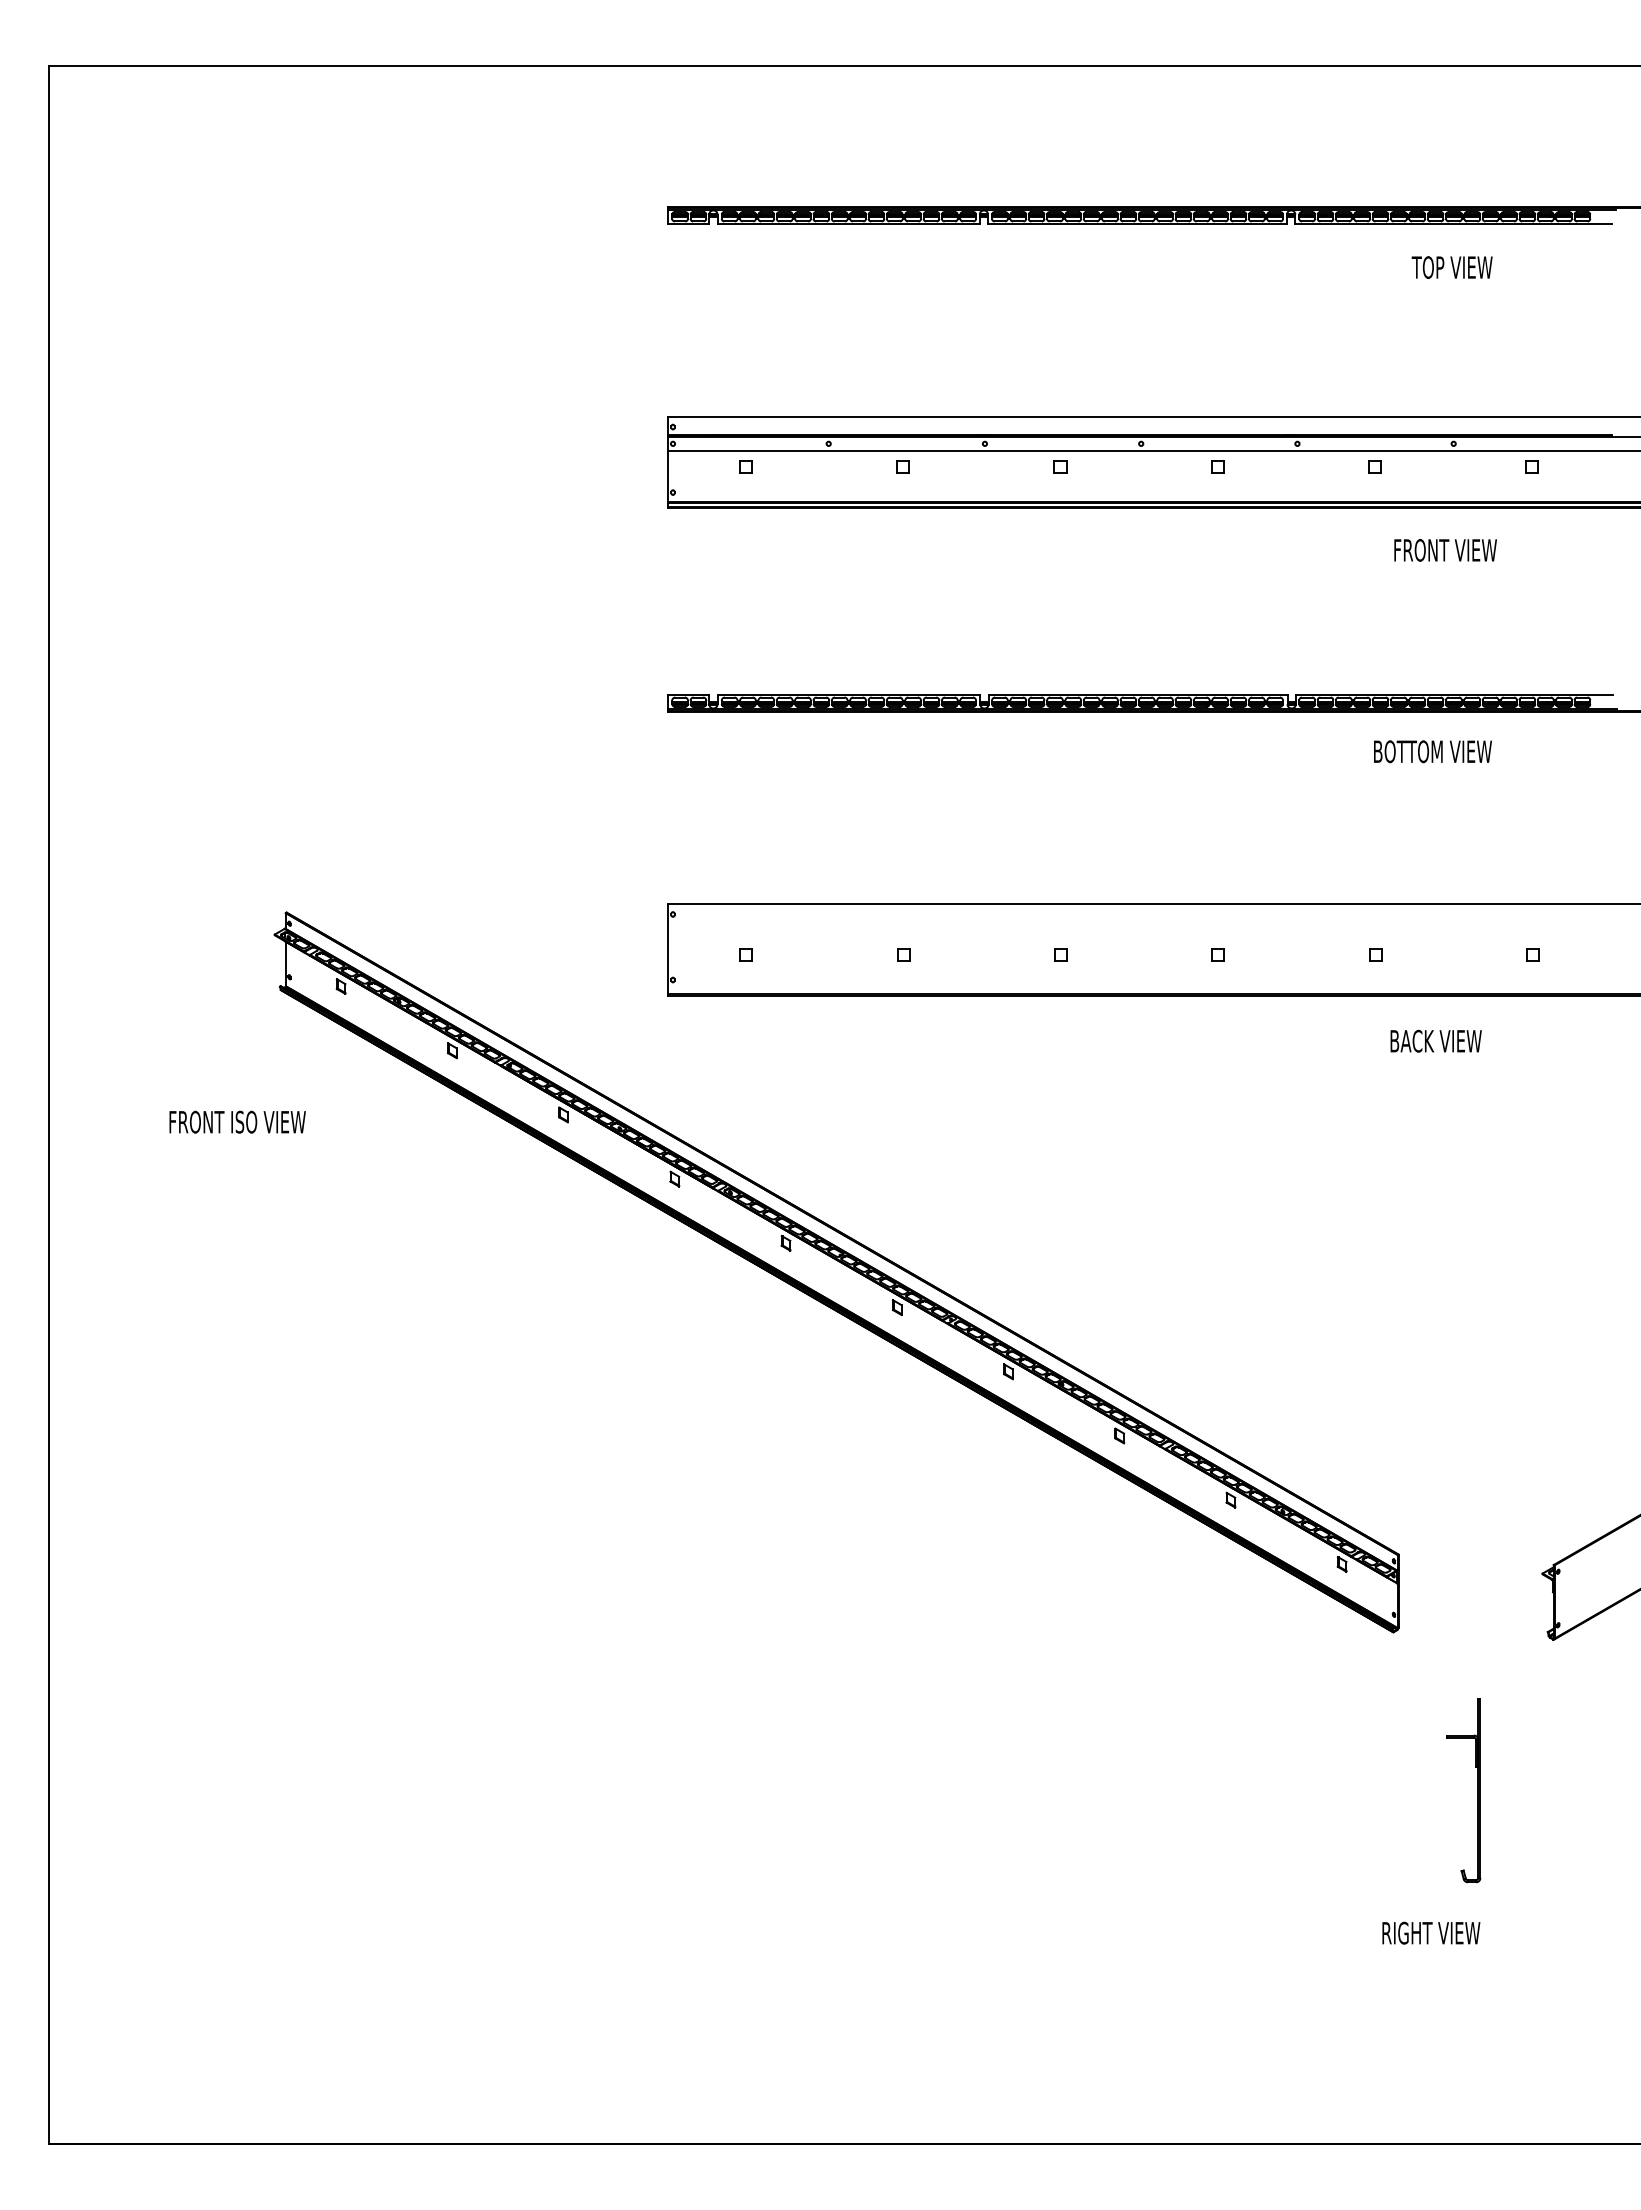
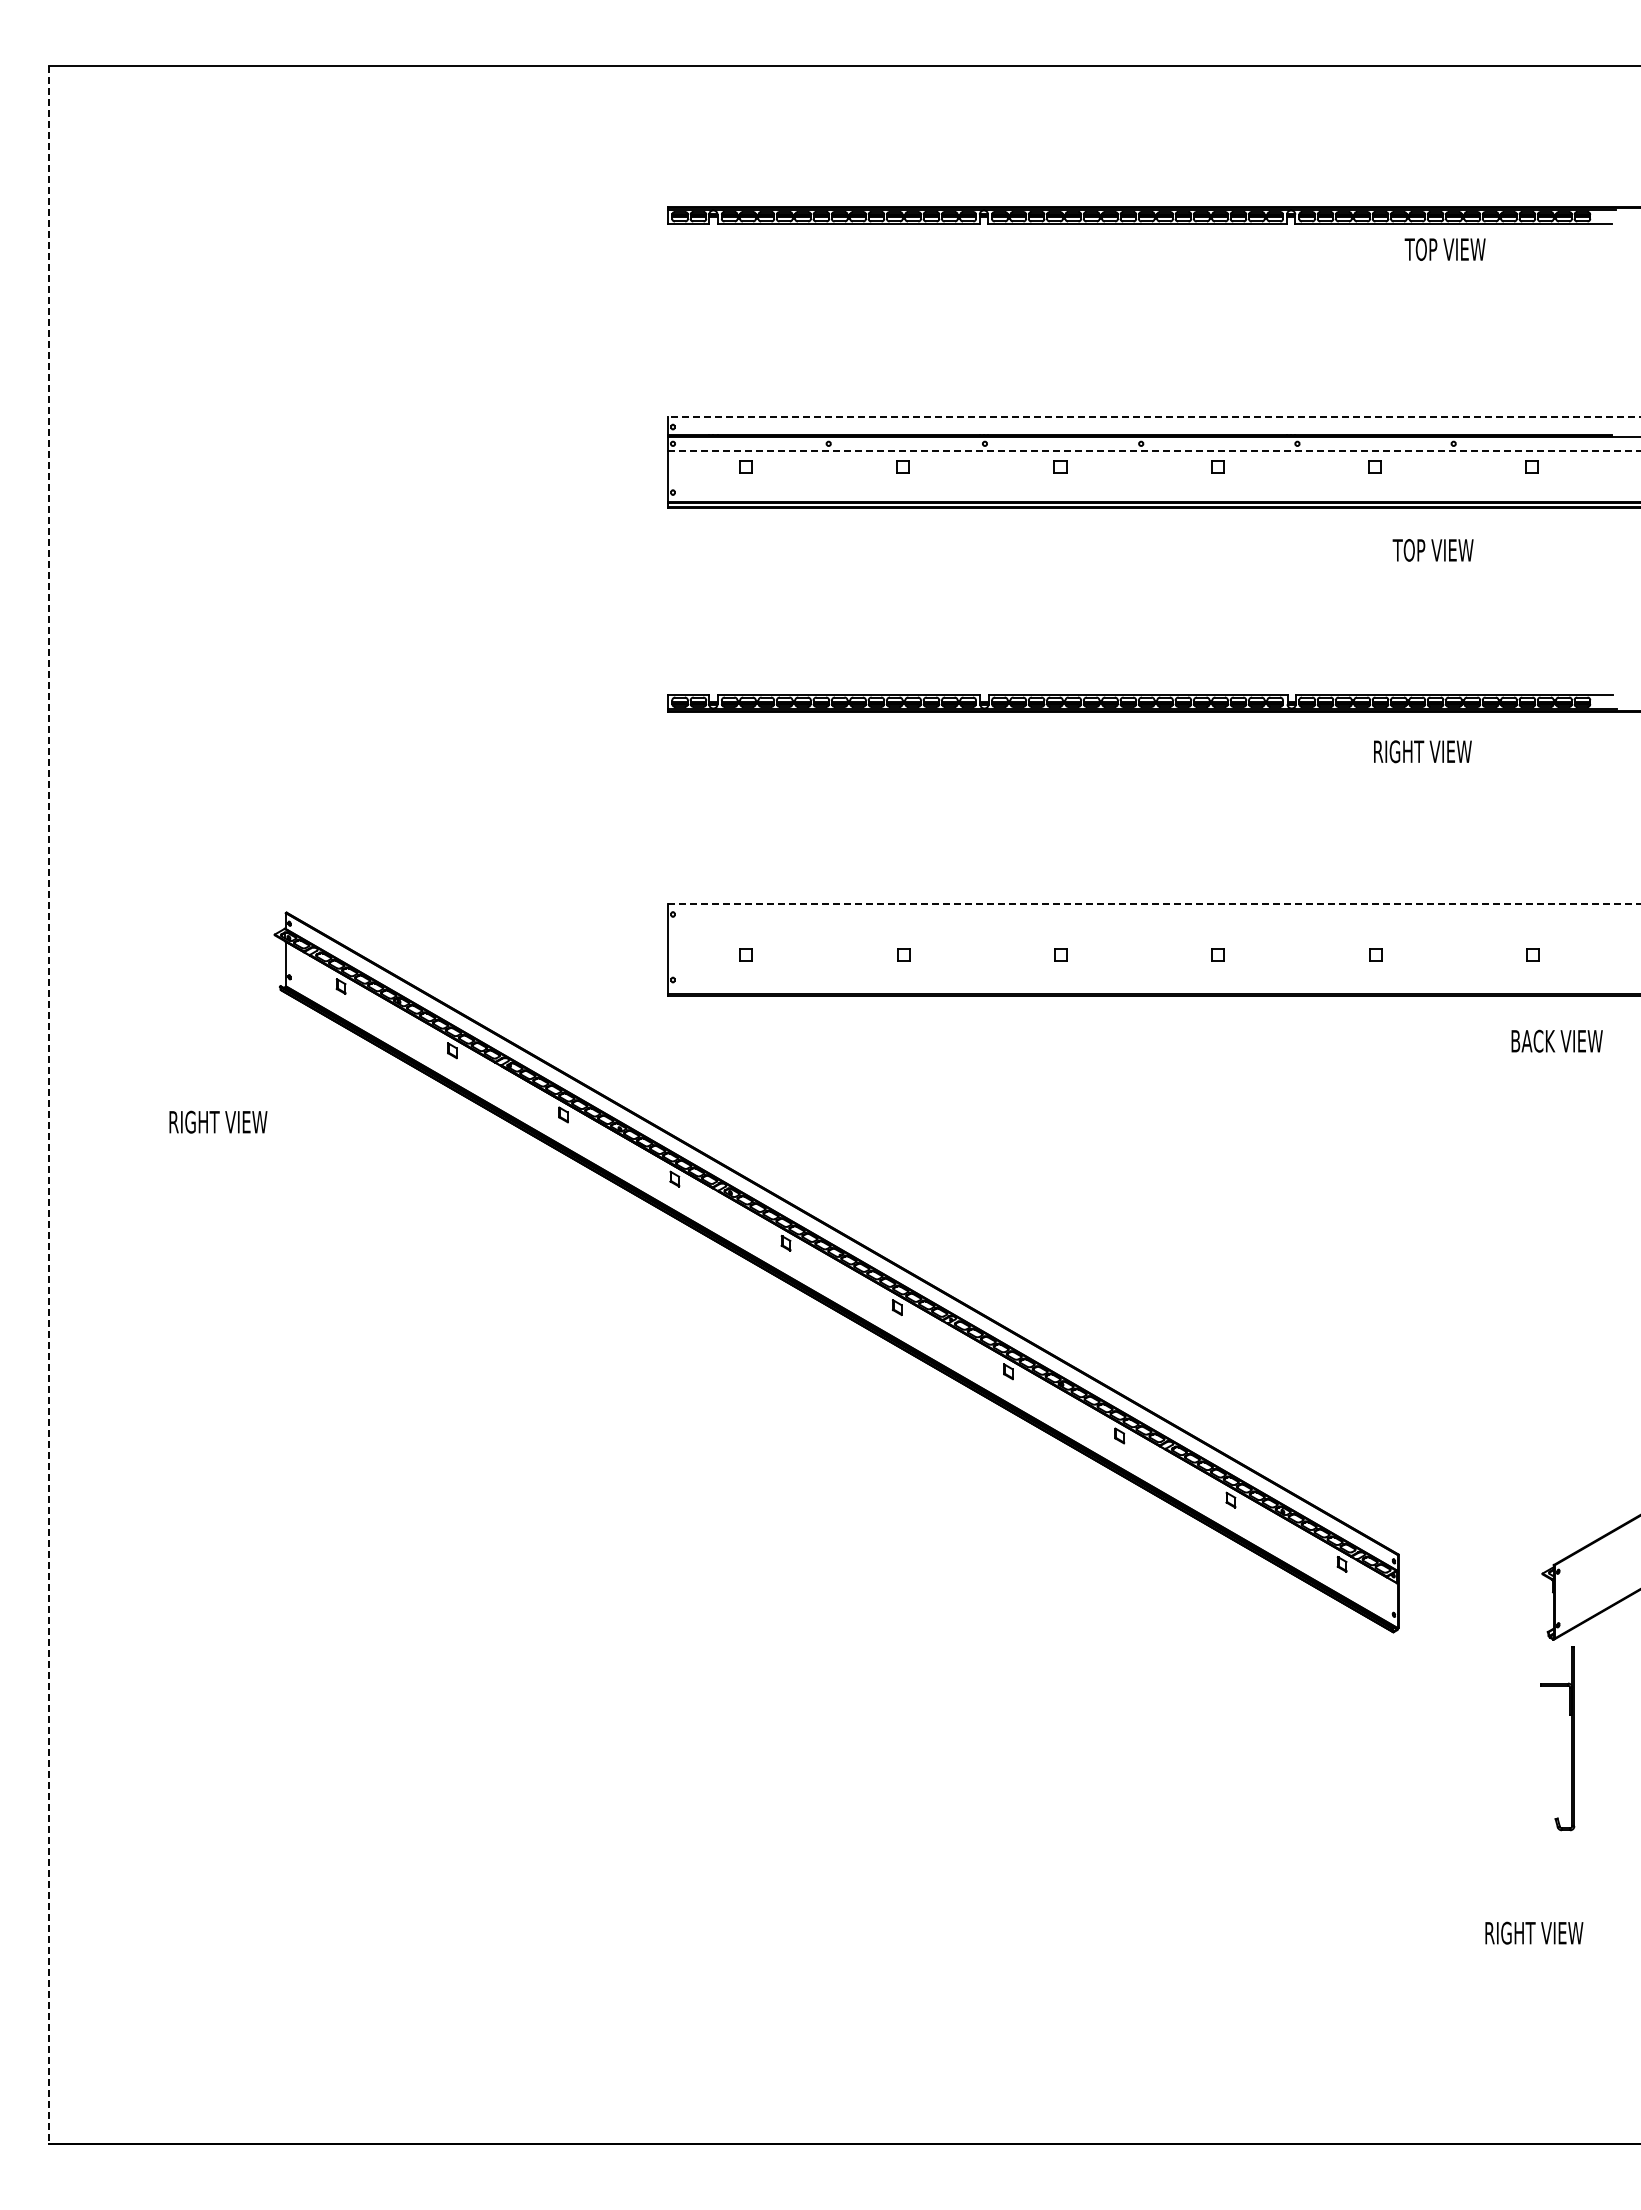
text at (1451, 267) position: (1451, 267) -> (1444, 249)
line at (1153, 416): solid -> dashed
line at (1154, 450): solid -> dashed
text at (1444, 550): FRONT VIEW -> TOP VIEW
text at (1433, 751): BOTTOM VIEW -> RIGHT VIEW
line at (1154, 904): solid -> dashed
text at (1435, 1040) position: (1435, 1040) -> (1556, 1040)
line at (49, 1104): solid -> dashed
text at (238, 1121): FRONT ISO VIEW -> RIGHT VIEW
part at (1477, 1790) position: (1477, 1790) -> (1571, 1738)
text at (1431, 1932) position: (1431, 1932) -> (1534, 1932)
